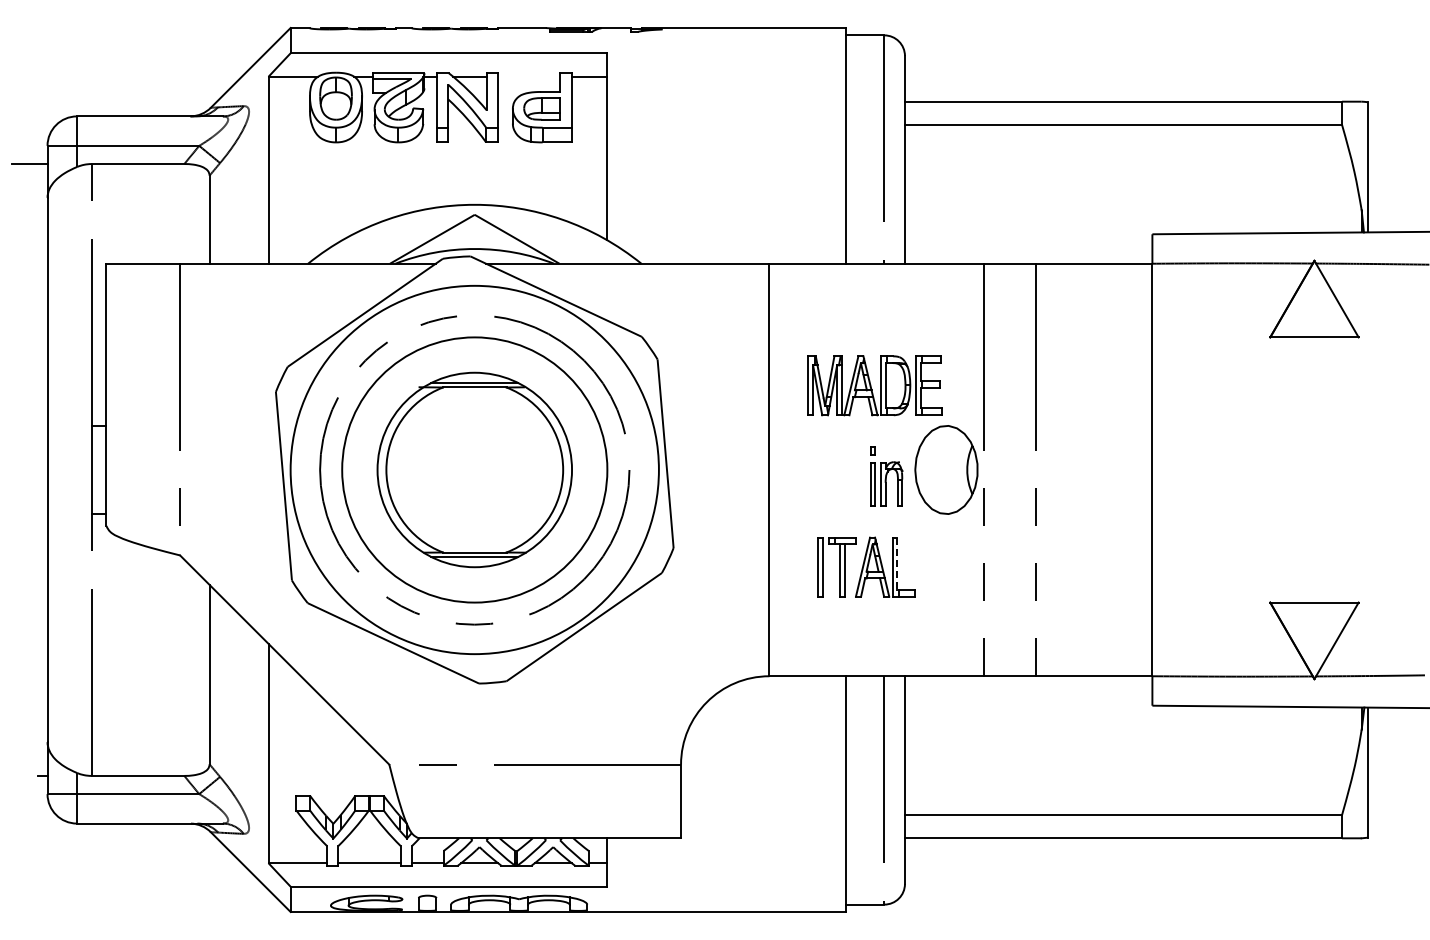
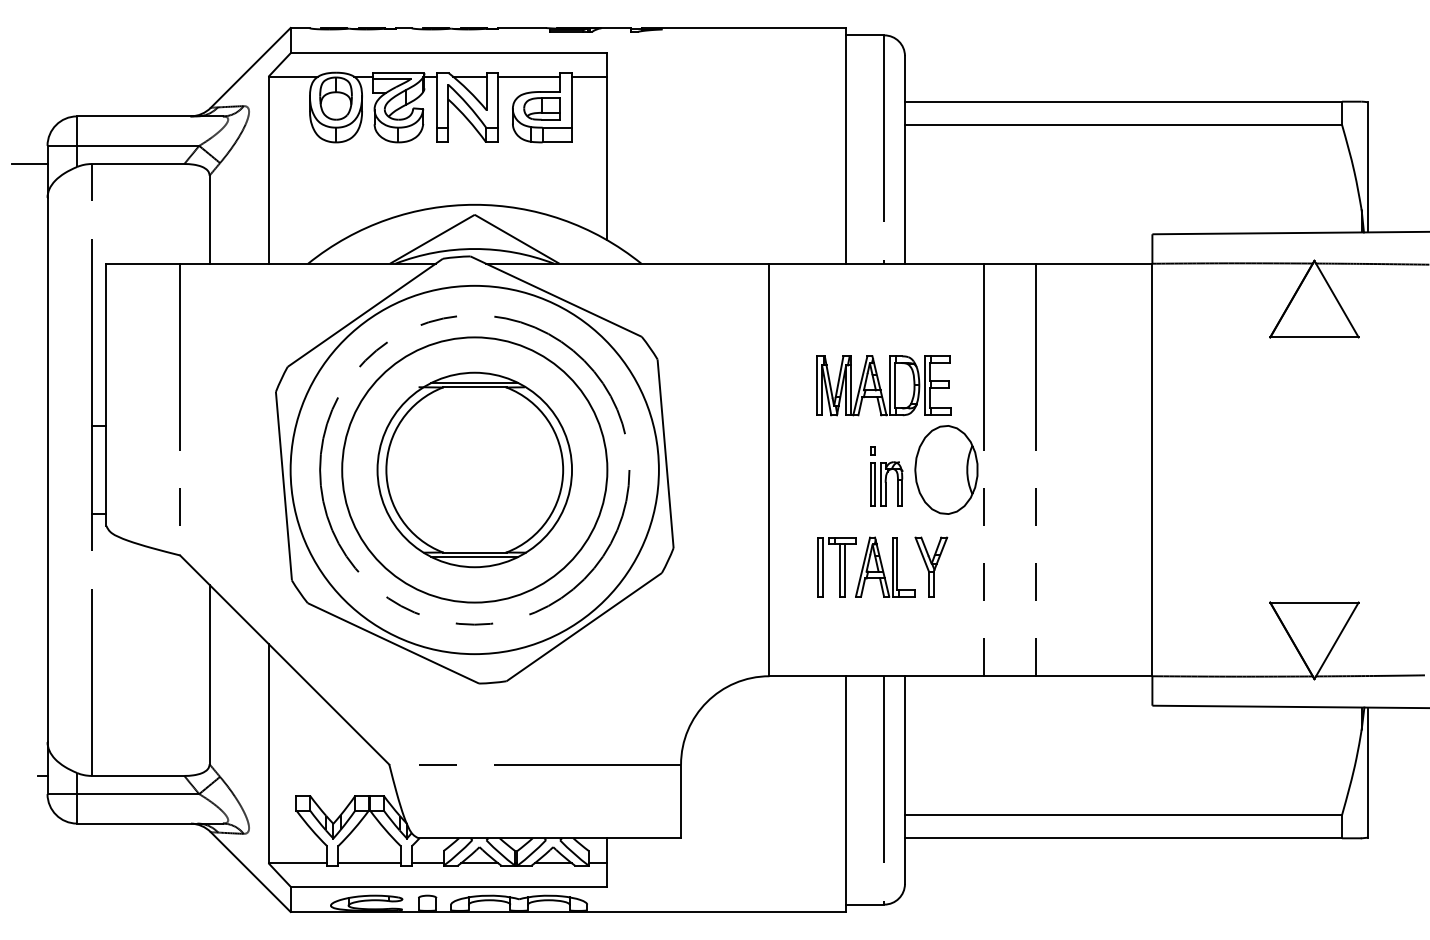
line at (529, 76): none -> present
part at (874, 385) position: (874, 385) -> (883, 385)
line at (897, 564): dashed -> solid
part at (931, 566): none -> present
